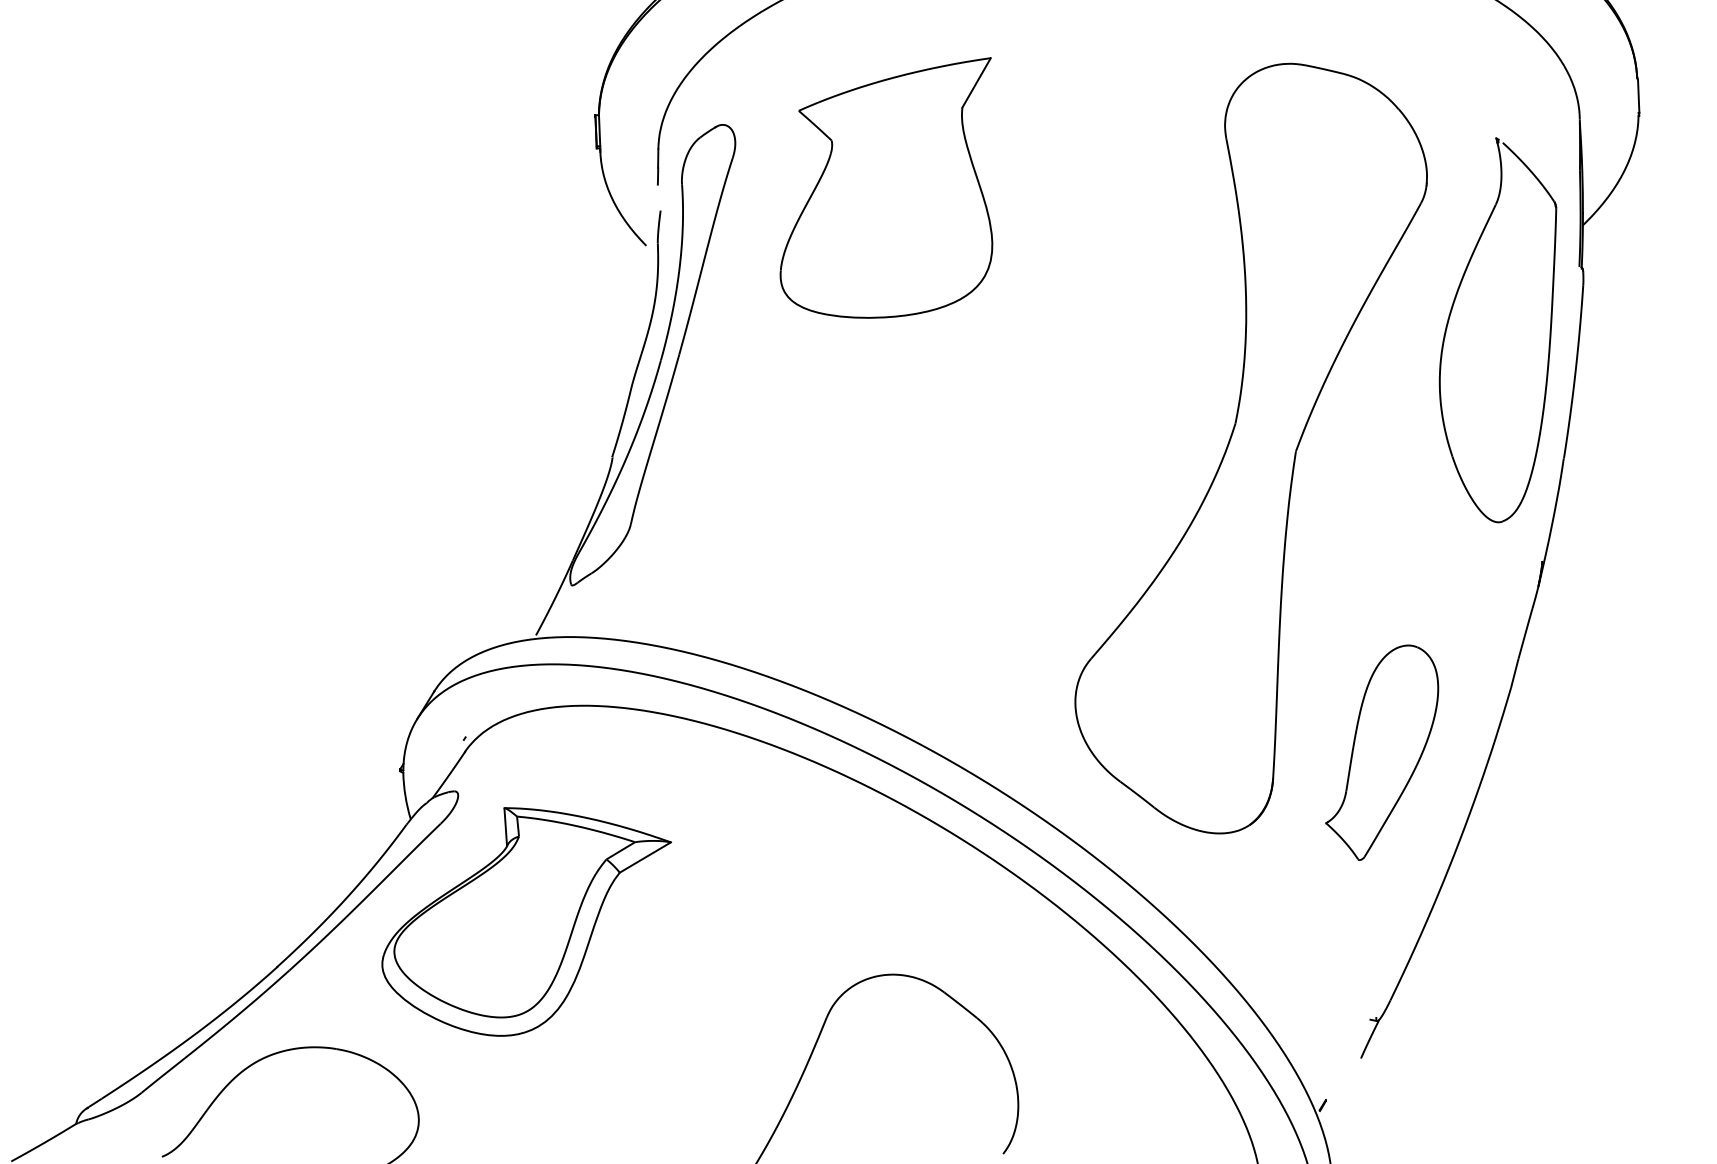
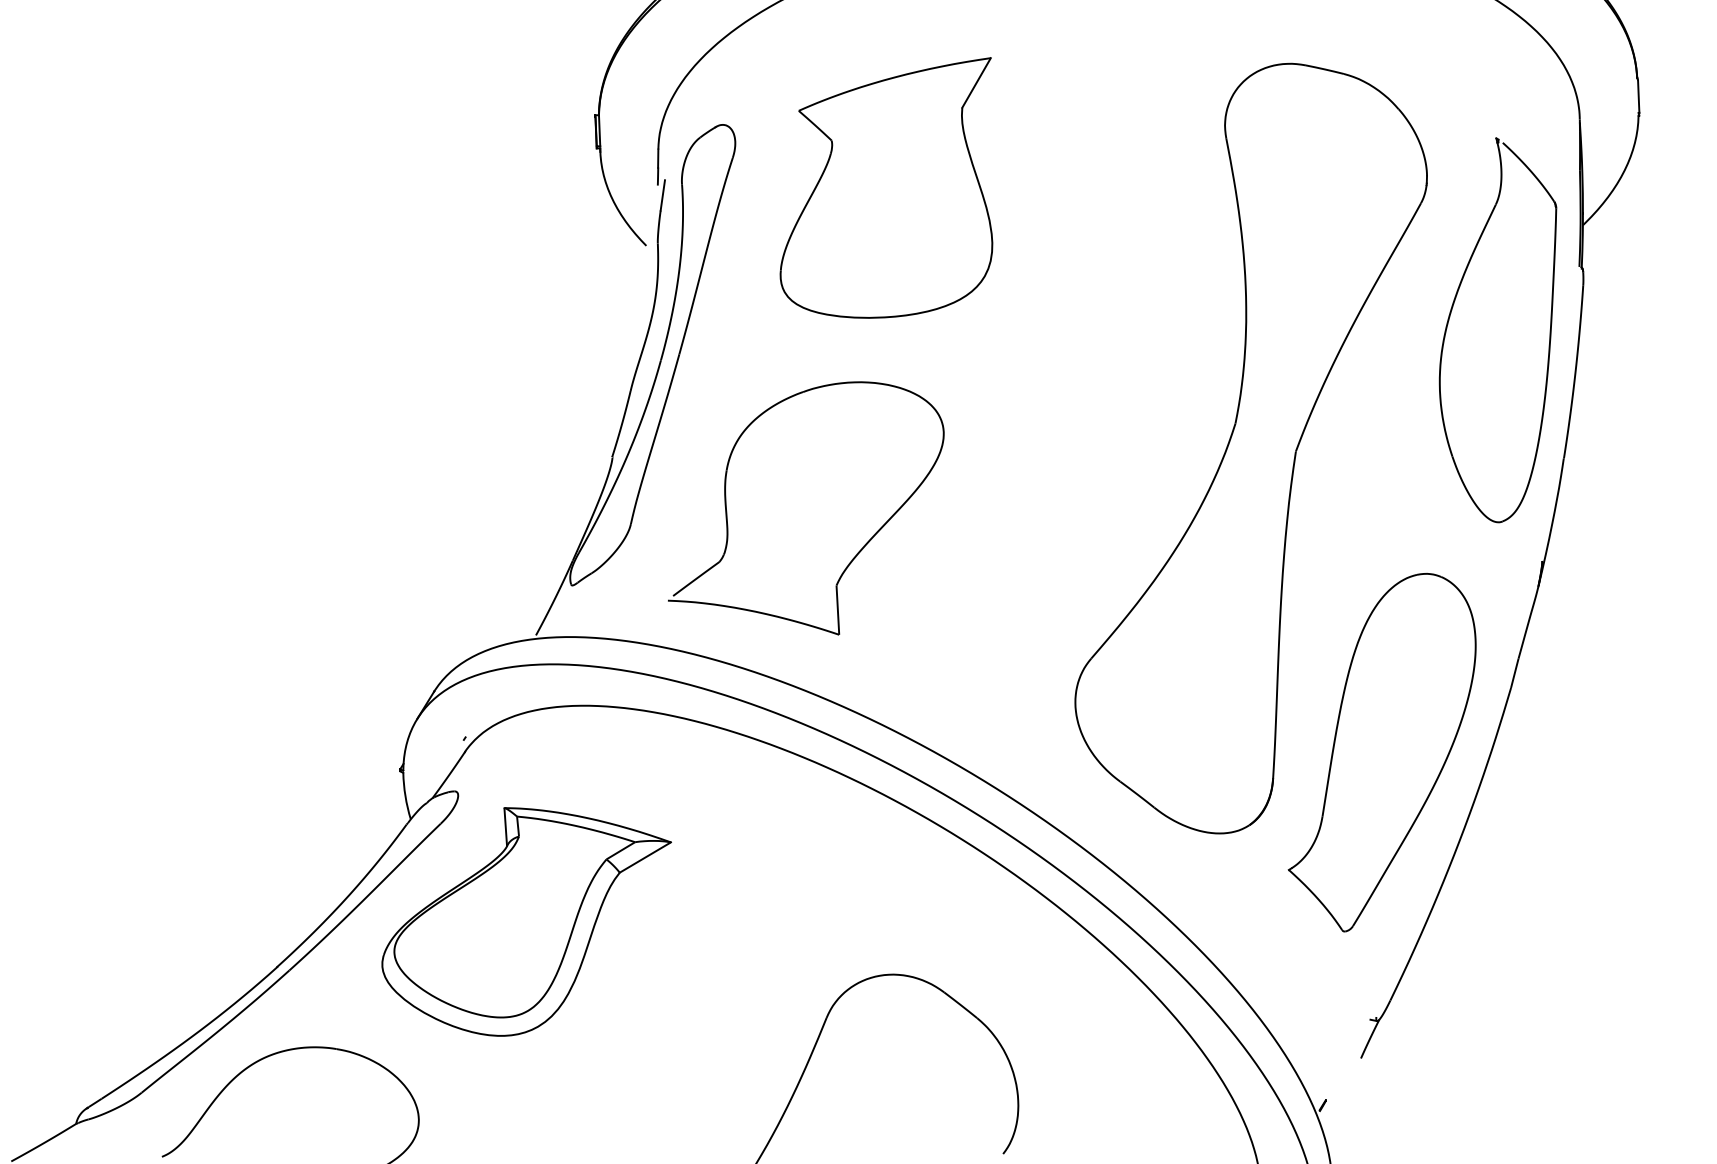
line at (662, 195): none -> present
part at (857, 552): none -> present
part at (1382, 752) size: 115x217 px -> 190x360 px
